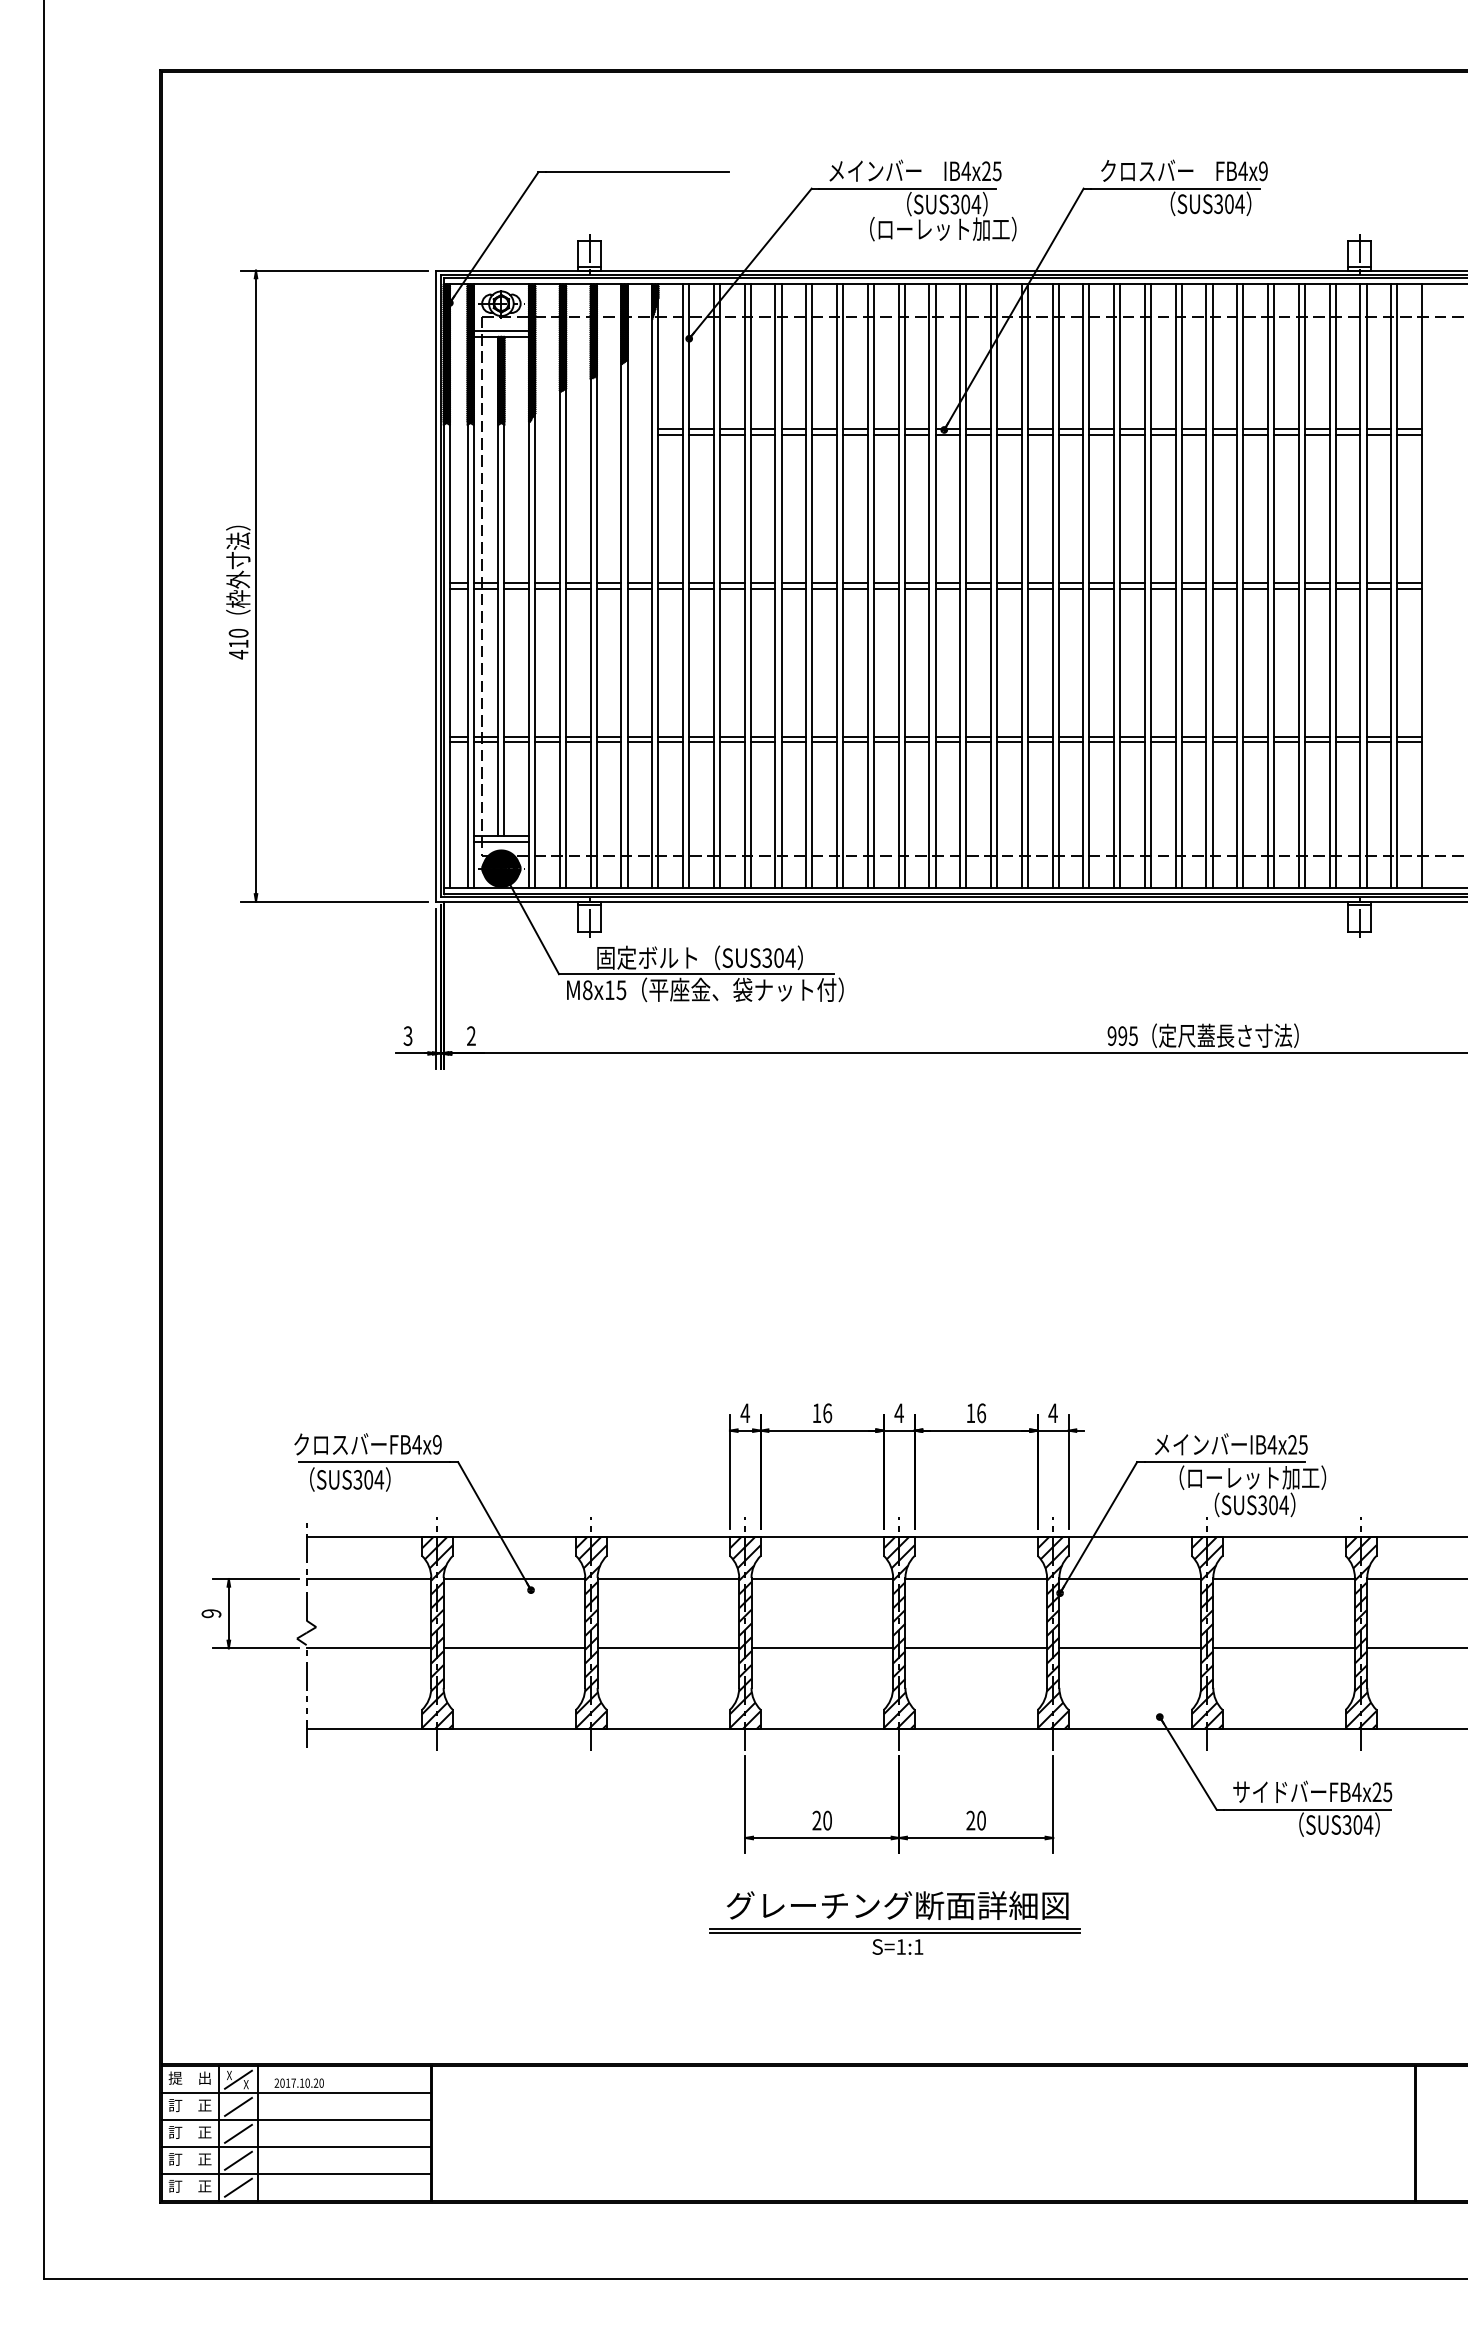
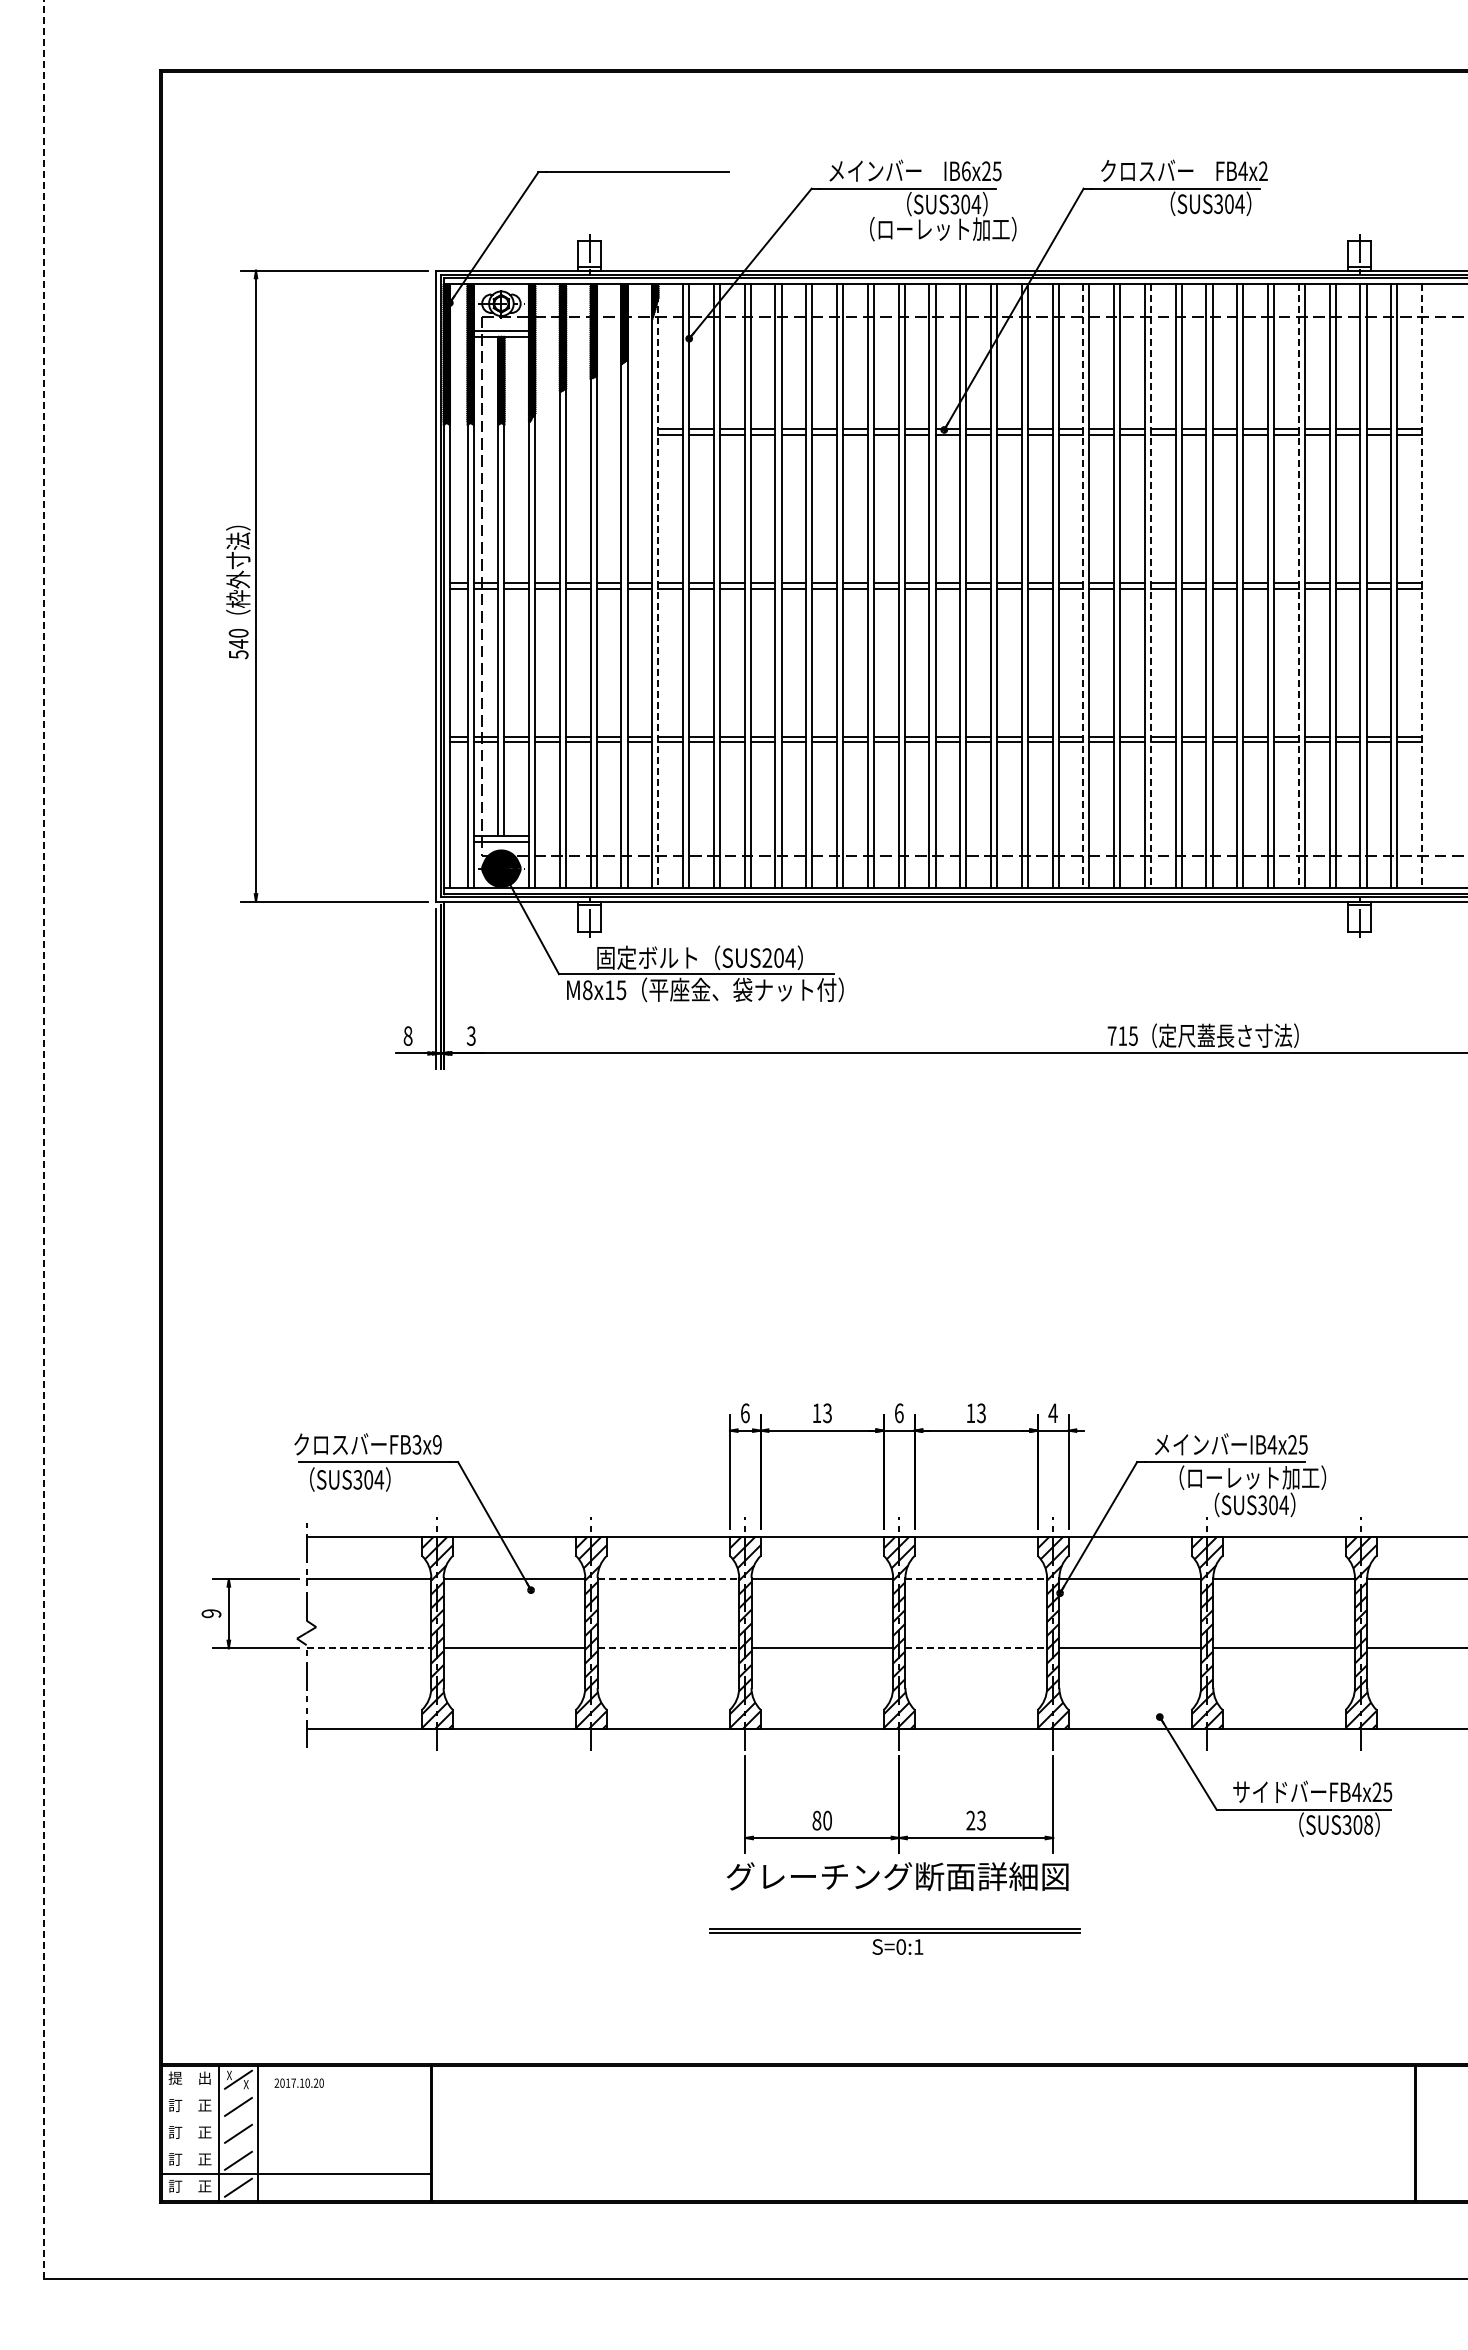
text at (965, 171): IB4x25 -> IB6x25
text at (1263, 171): FB4x9 -> FB4x2
line at (658, 586): solid -> dashed
line at (1083, 586): solid -> dashed
line at (1151, 586): solid -> dashed
line at (1298, 586): solid -> dashed
line at (1421, 586): solid -> dashed
text at (238, 649): 410 -> 540
text at (767, 957): SUS304 -> SUS204
text at (407, 1035): 3 -> 8
text at (1117, 1035): 995 -> 715
text at (470, 1036): 2 -> 3
line at (44, 1139): solid -> dashed
text at (745, 1413): 4 -> 6
text at (827, 1413): 16 -> 13
text at (898, 1413): 4 -> 6
text at (981, 1413): 16 -> 13
text at (416, 1444): FB4x9 -> FB3x9
line at (668, 1579): solid -> dashed
line at (976, 1579): solid -> dashed
line at (369, 1648): solid -> dashed
line at (668, 1648): solid -> dashed
line at (976, 1648): solid -> dashed
text at (816, 1820): 20 -> 80
text at (981, 1820): 20 -> 23
text at (1368, 1824): SUS304 -> SUS308
text at (897, 1905) position: (897, 1905) -> (897, 1876)
text at (900, 1946): S=1:1 -> S=0:1
line at (295, 2092): present -> none
line at (295, 2119): present -> none
line at (295, 2146): present -> none
